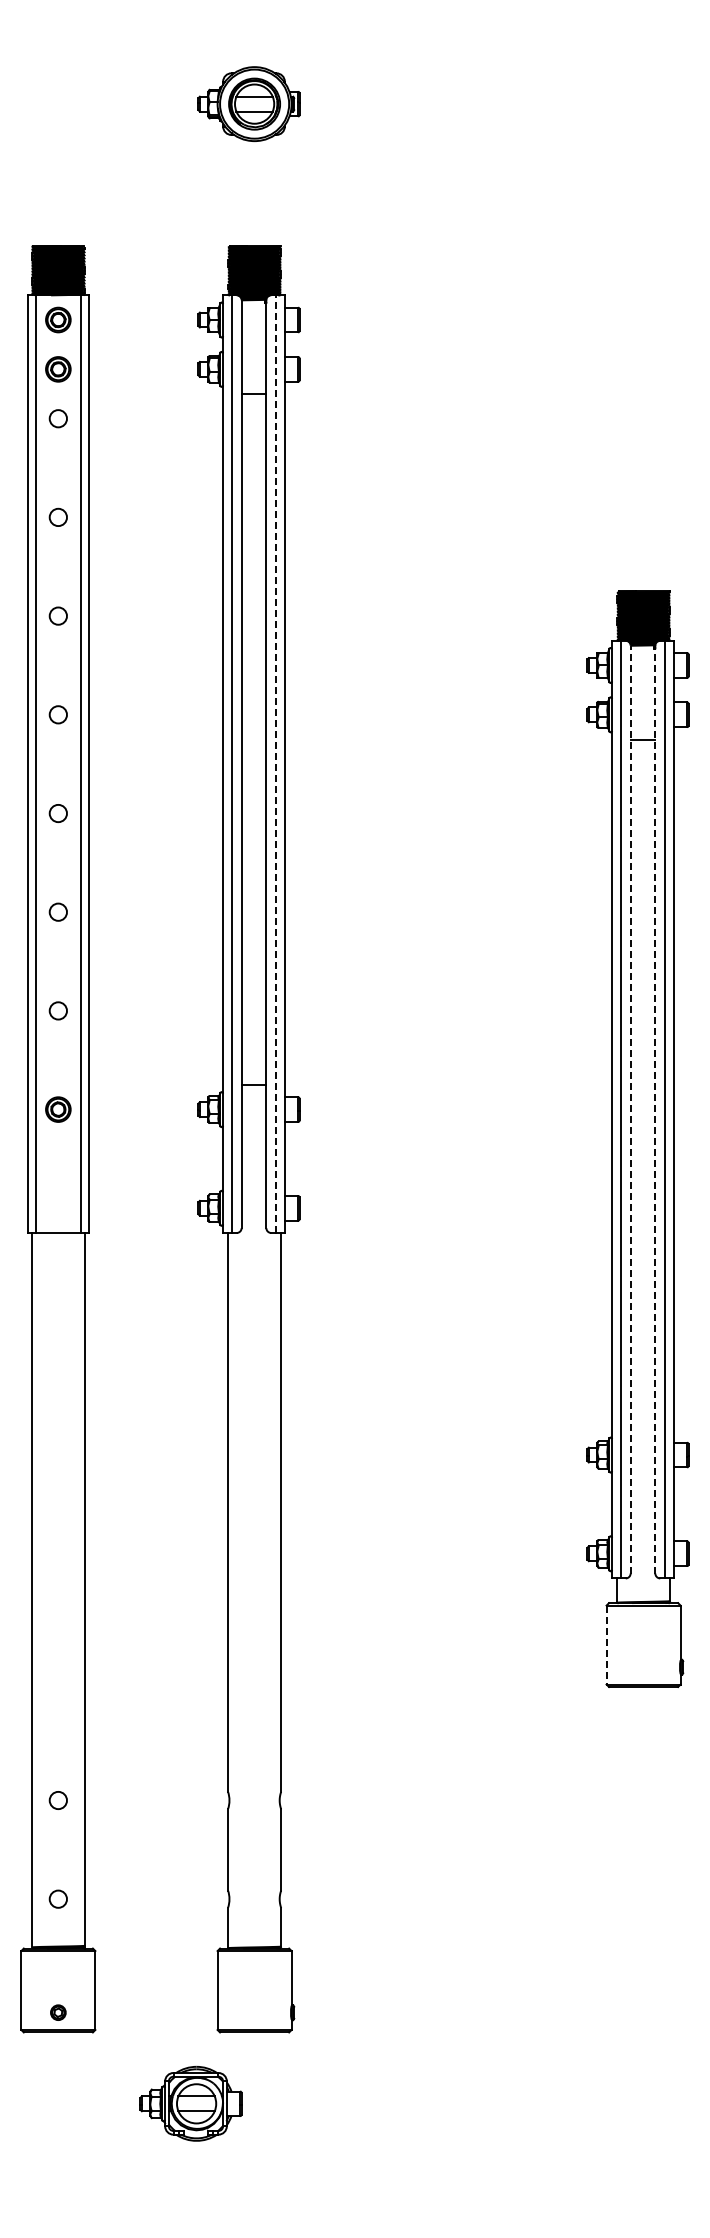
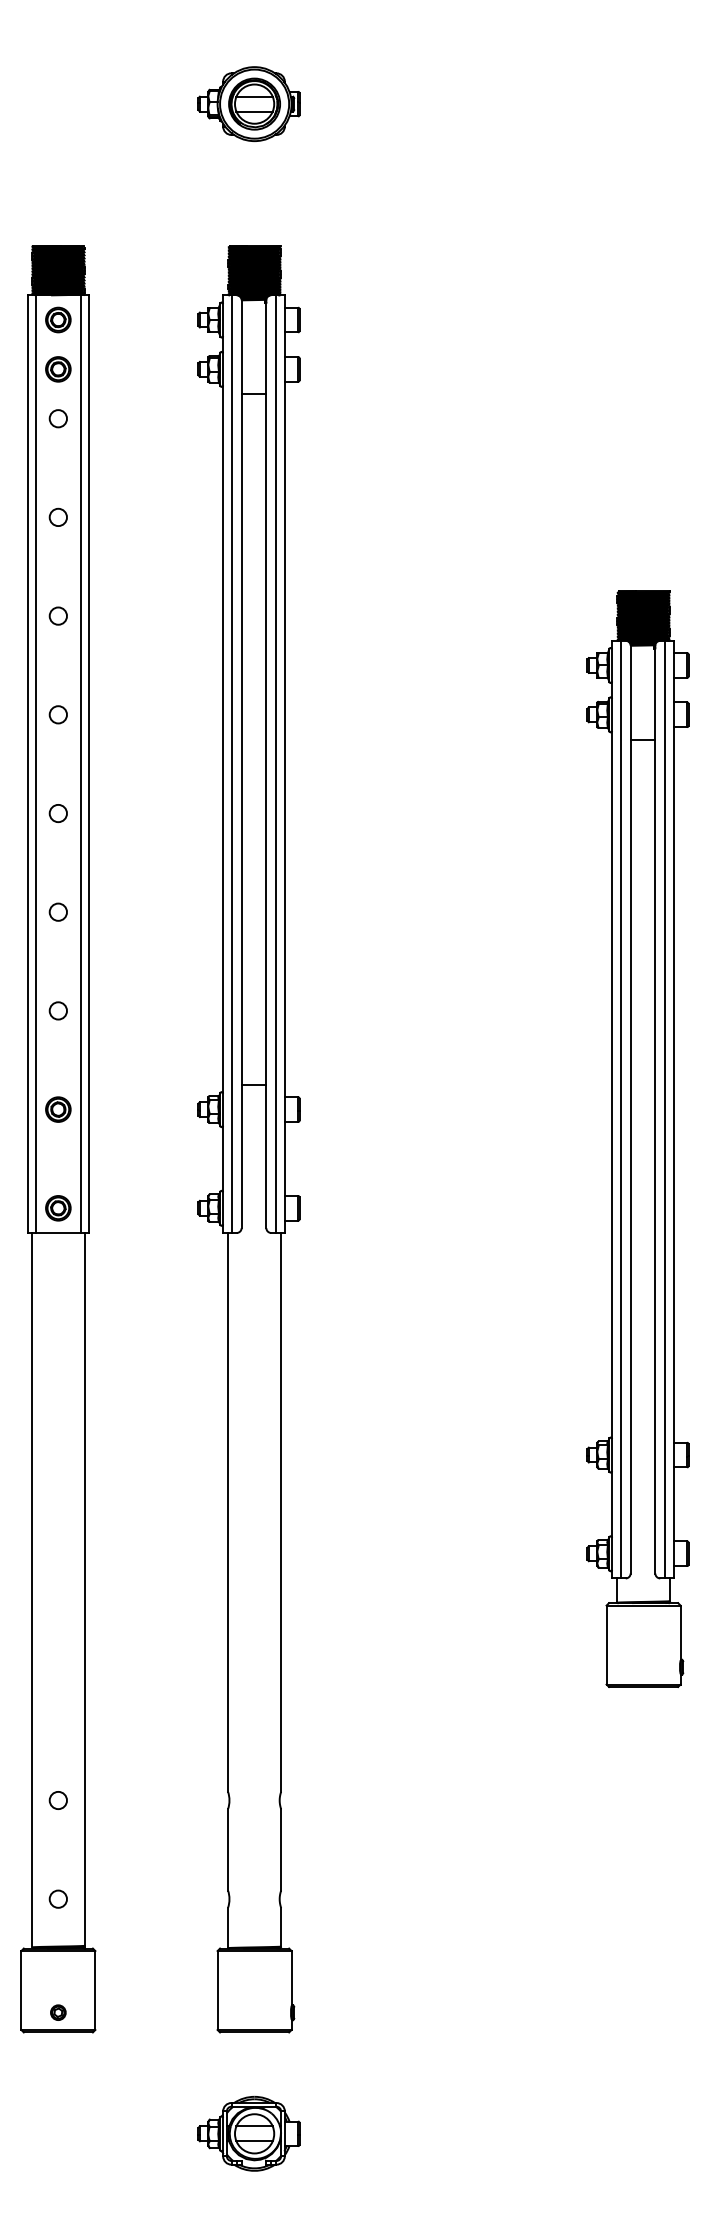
line at (276, 764): dashed -> solid
line at (630, 1109): dashed -> solid
line at (655, 1109): dashed -> solid
part at (58, 1208): none -> present
line at (606, 1645): dashed -> solid
part at (190, 2103) position: (190, 2103) -> (248, 2133)
